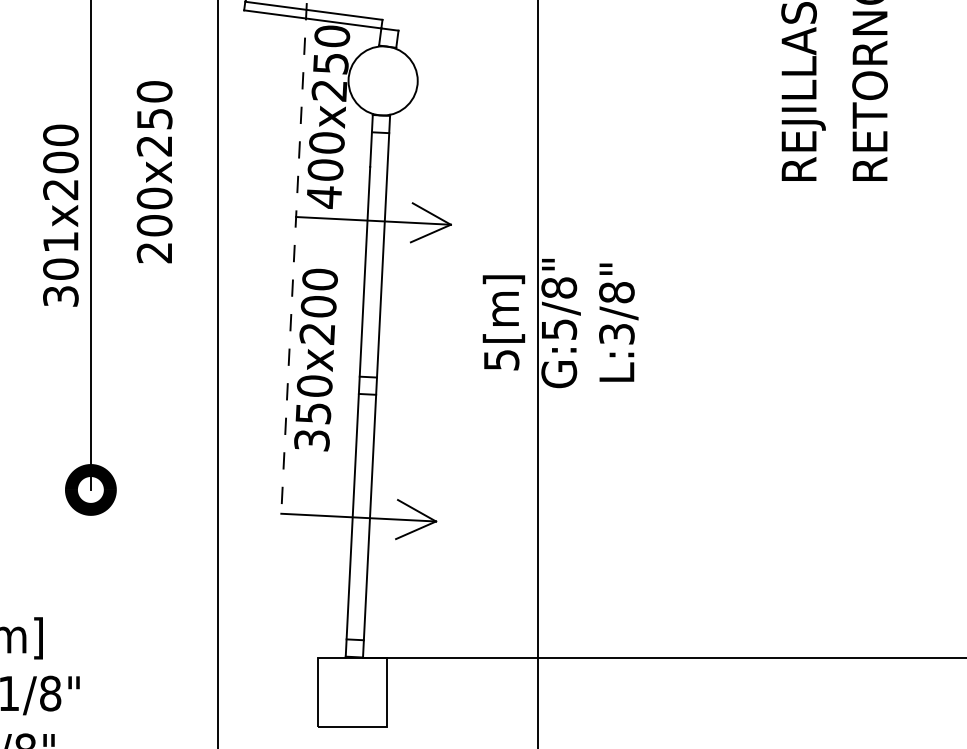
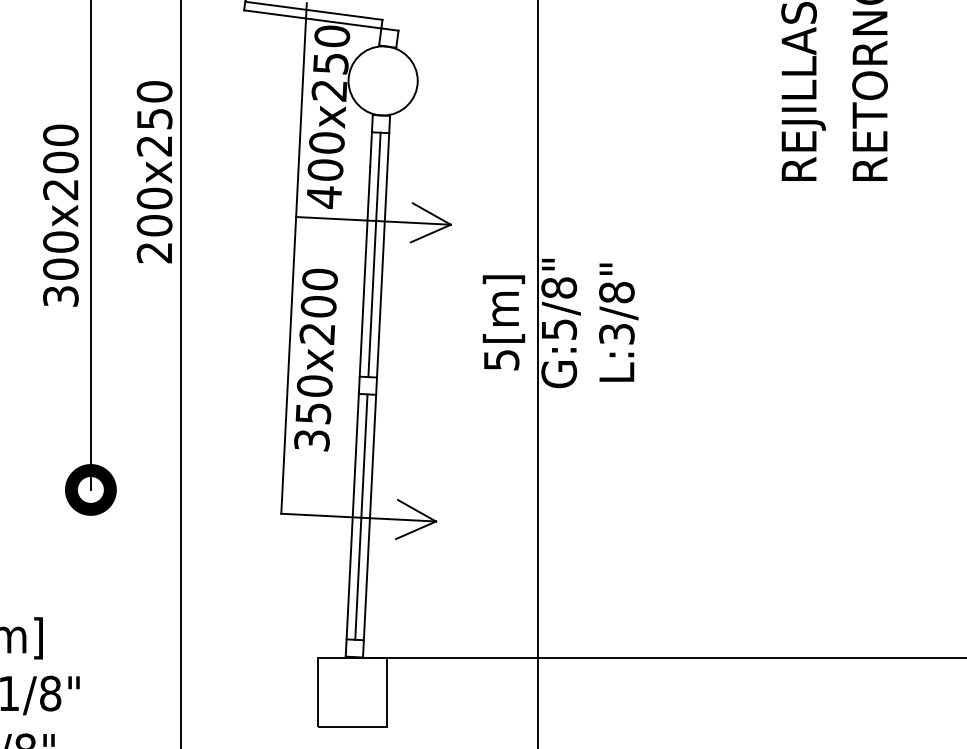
text at (60, 241): 301x200 -> 300x200
line at (374, 254): none -> present
line at (294, 258): dashed -> solid
line at (218, 373) position: (218, 373) -> (181, 373)
line at (361, 516): none -> present
